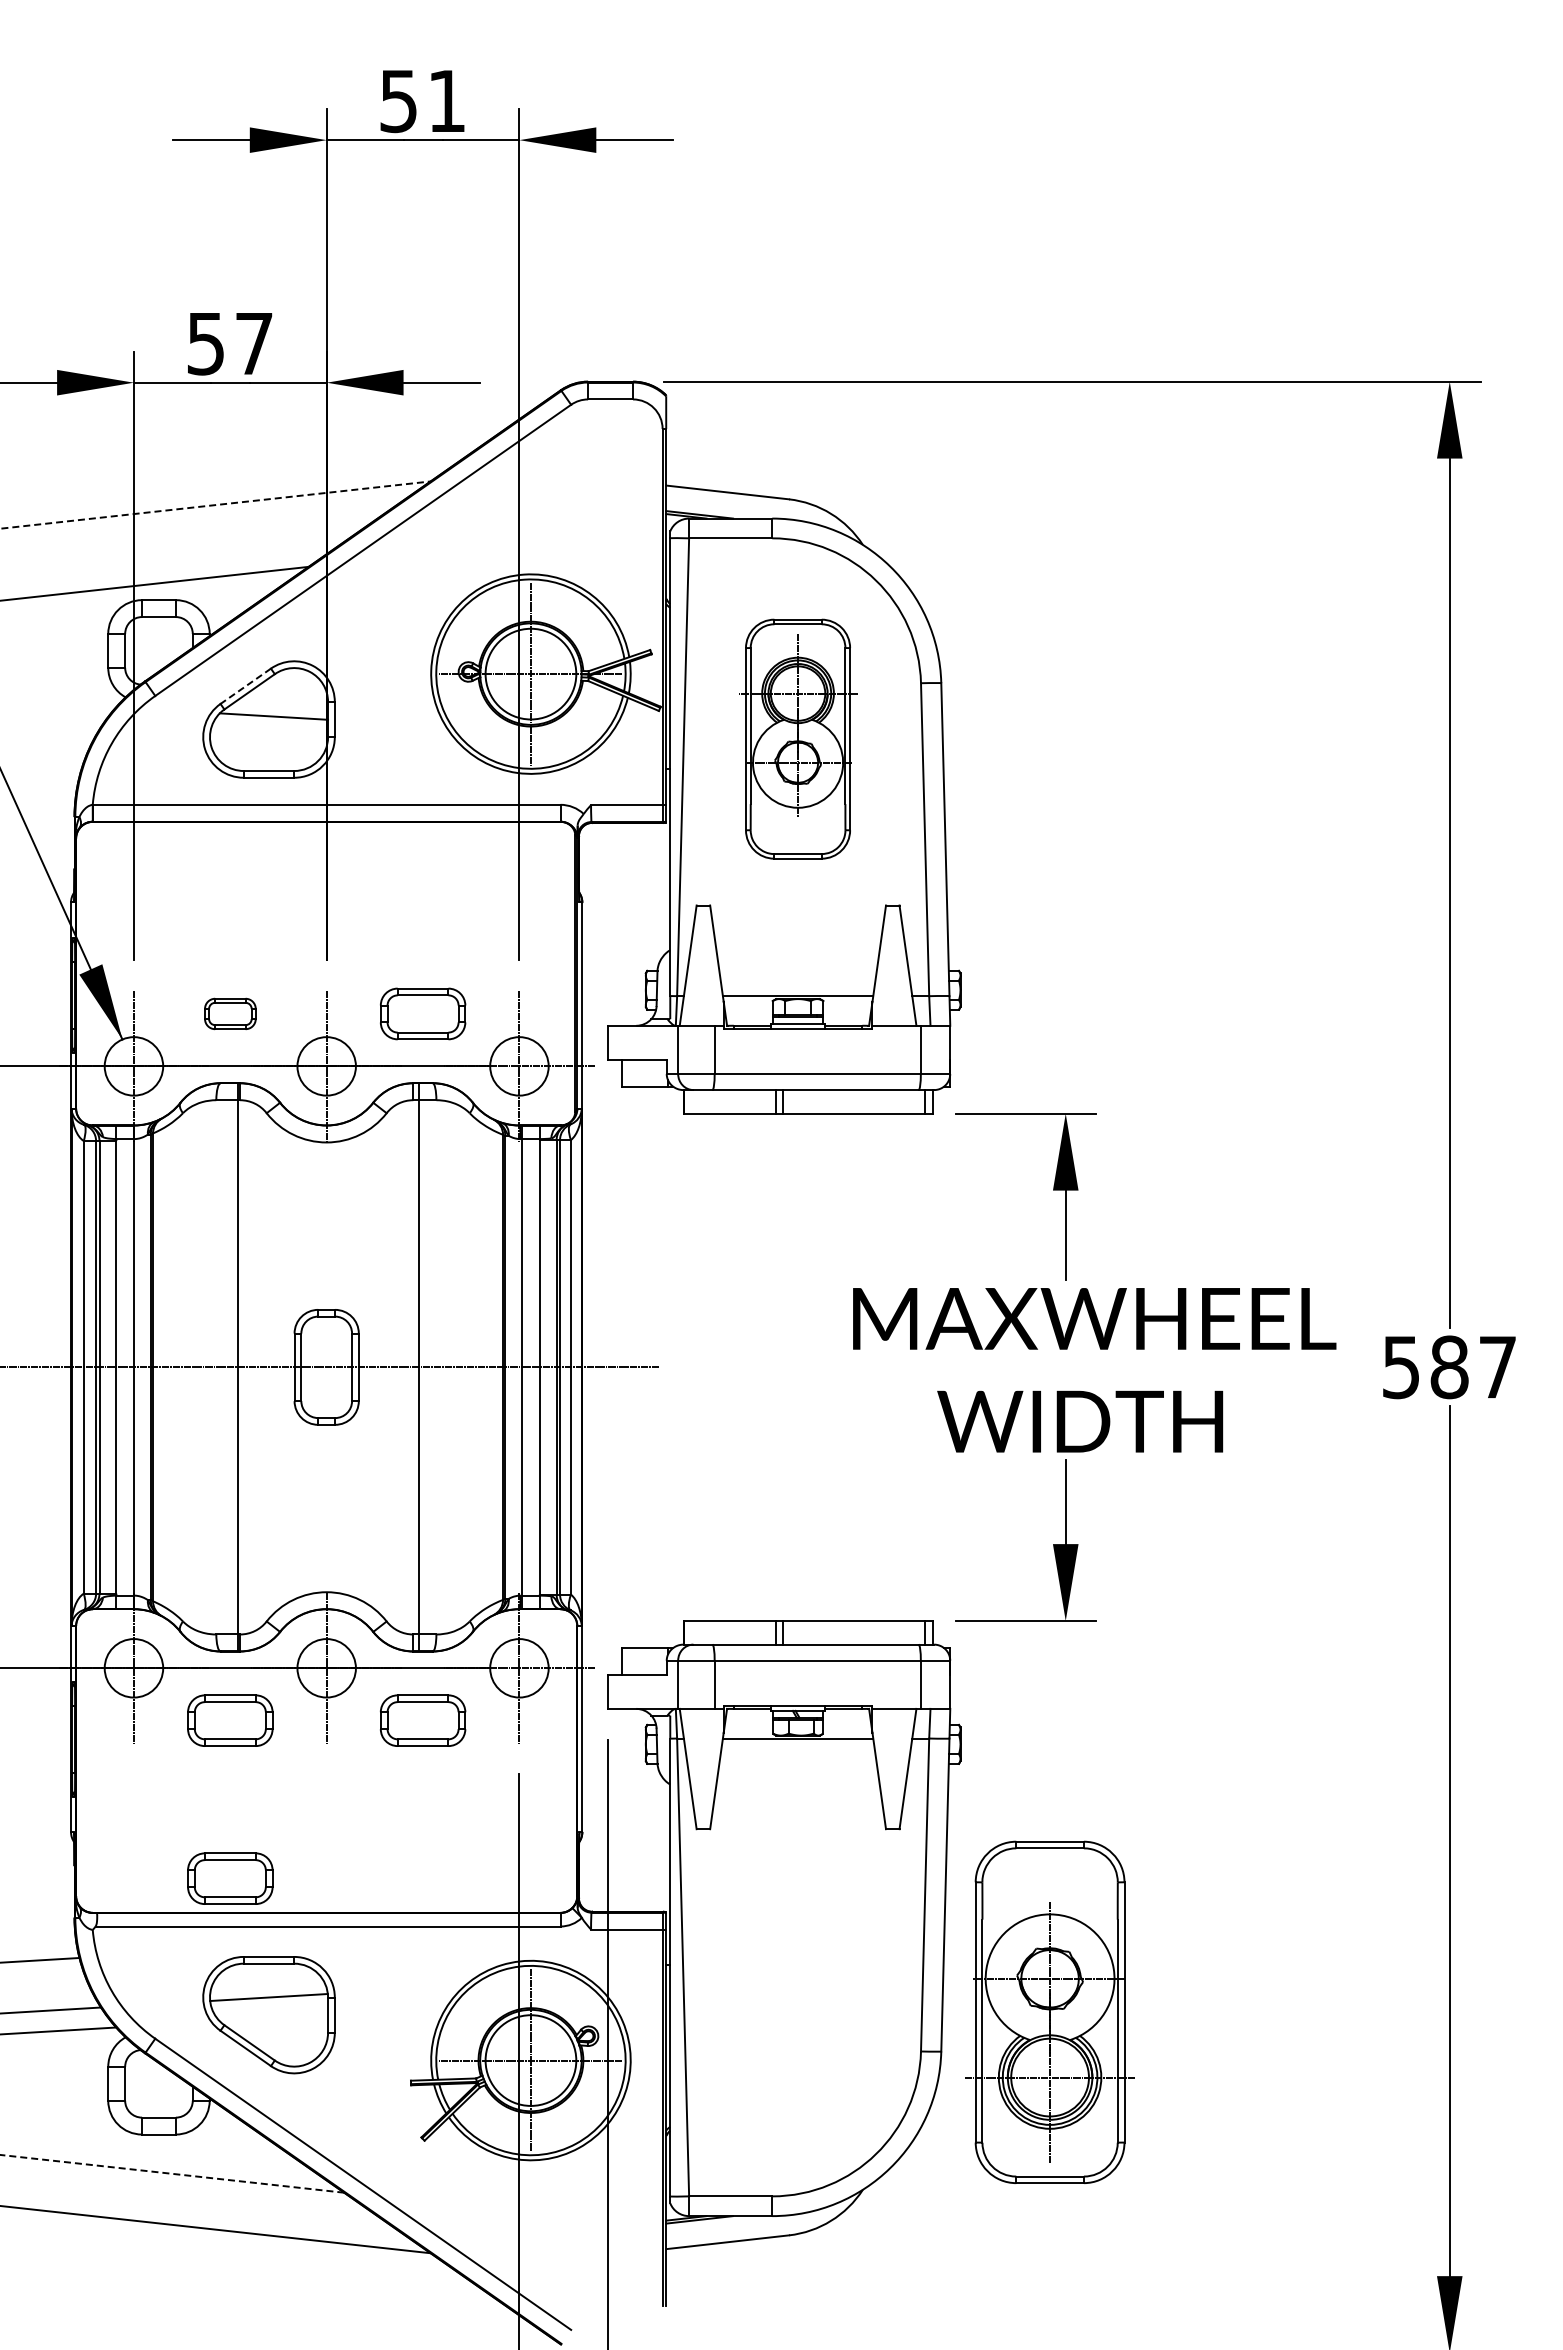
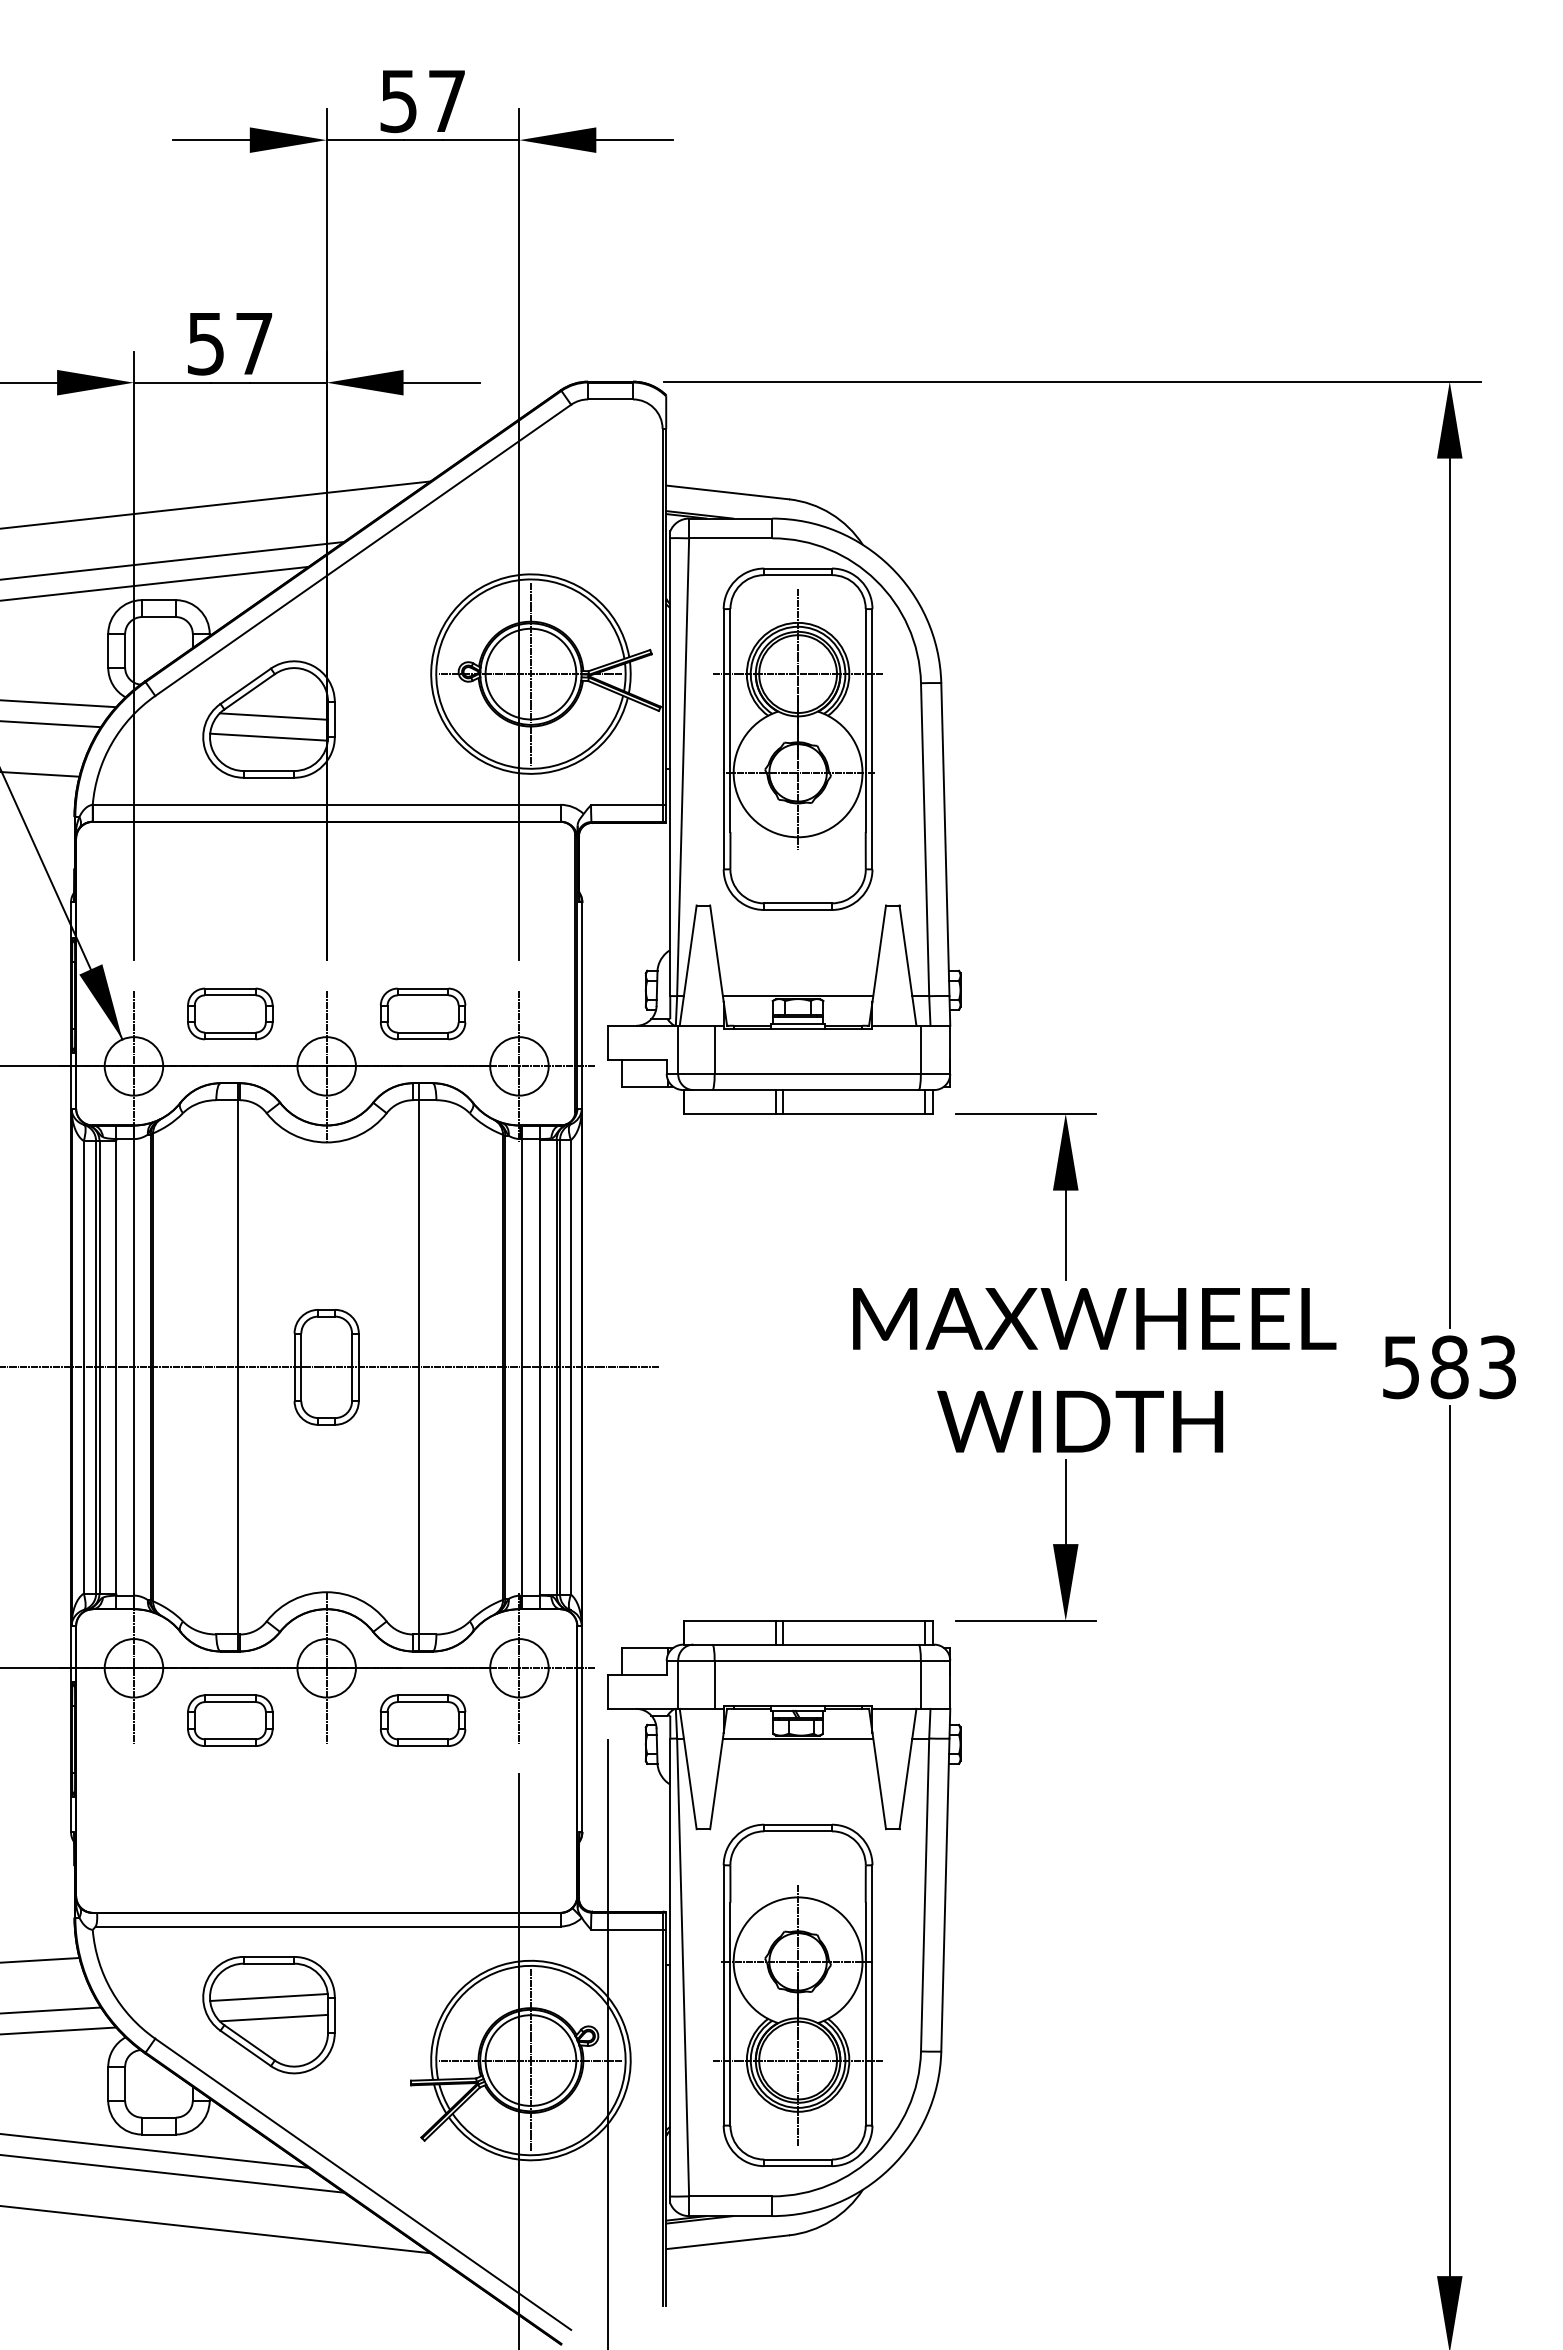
text at (446, 100): 51 -> 57
line at (216, 505): dashed -> solid
line at (173, 560): none -> present
line at (245, 686): dashed -> solid
line at (59, 703): none -> present
line at (51, 724): none -> present
line at (268, 736): none -> present
part at (798, 738) size: 119x242 px -> 170x344 px
line at (40, 774): none -> present
part at (230, 1013) size: 53x34 px -> 87x54 px
text at (1497, 1367): 587 -> 583
part at (230, 1878): present -> none
part at (1049, 2011) position: (1049, 2011) -> (797, 1994)
line at (273, 2017): none -> present
line at (155, 2150): none -> present
line at (172, 2173): dashed -> solid
